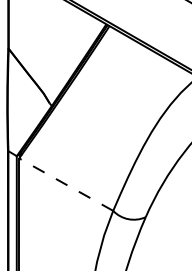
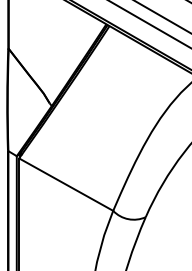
line at (162, 17): none -> present
line at (149, 24): none -> present
line at (66, 184): dashed -> solid
